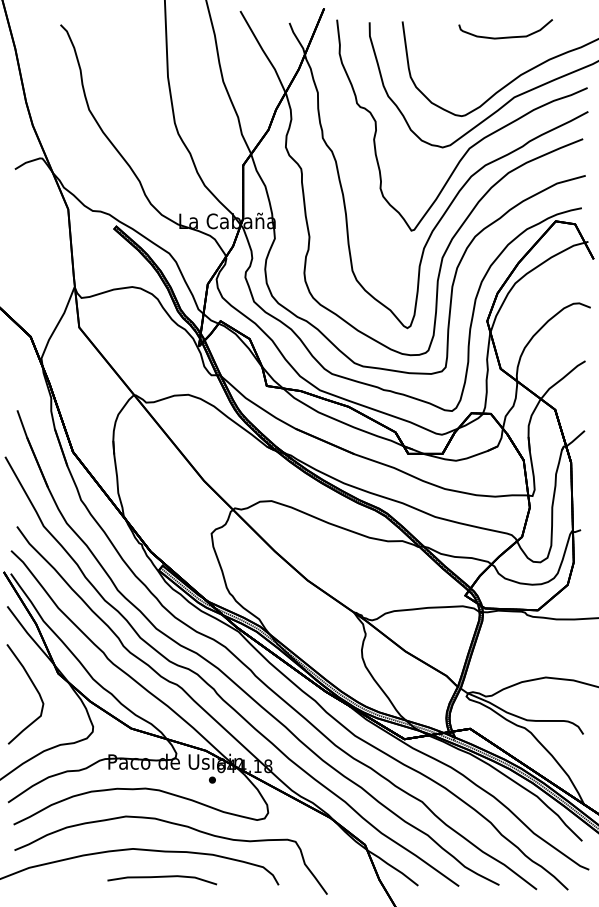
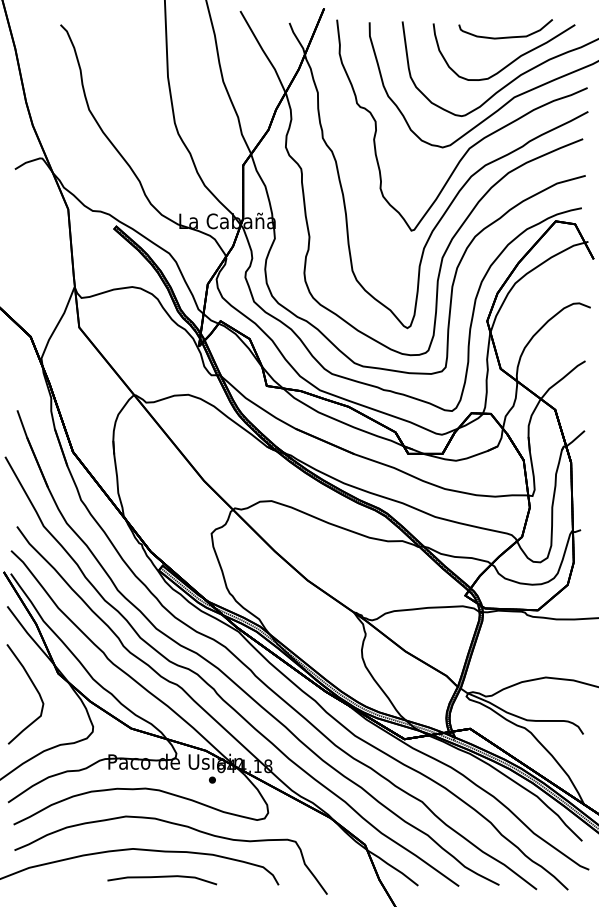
part at (511, 61): none -> present
